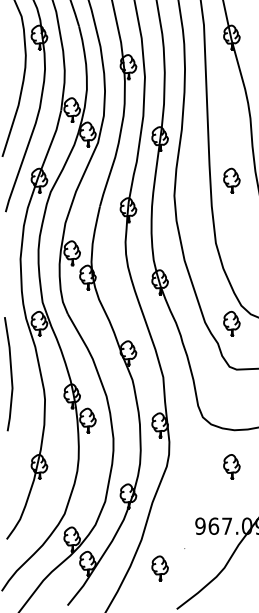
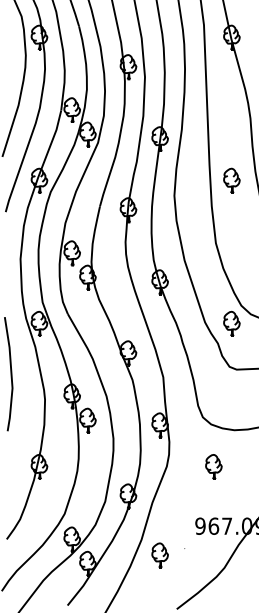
part at (231, 466) position: (231, 466) -> (213, 466)
part at (159, 568) position: (159, 568) -> (159, 555)
